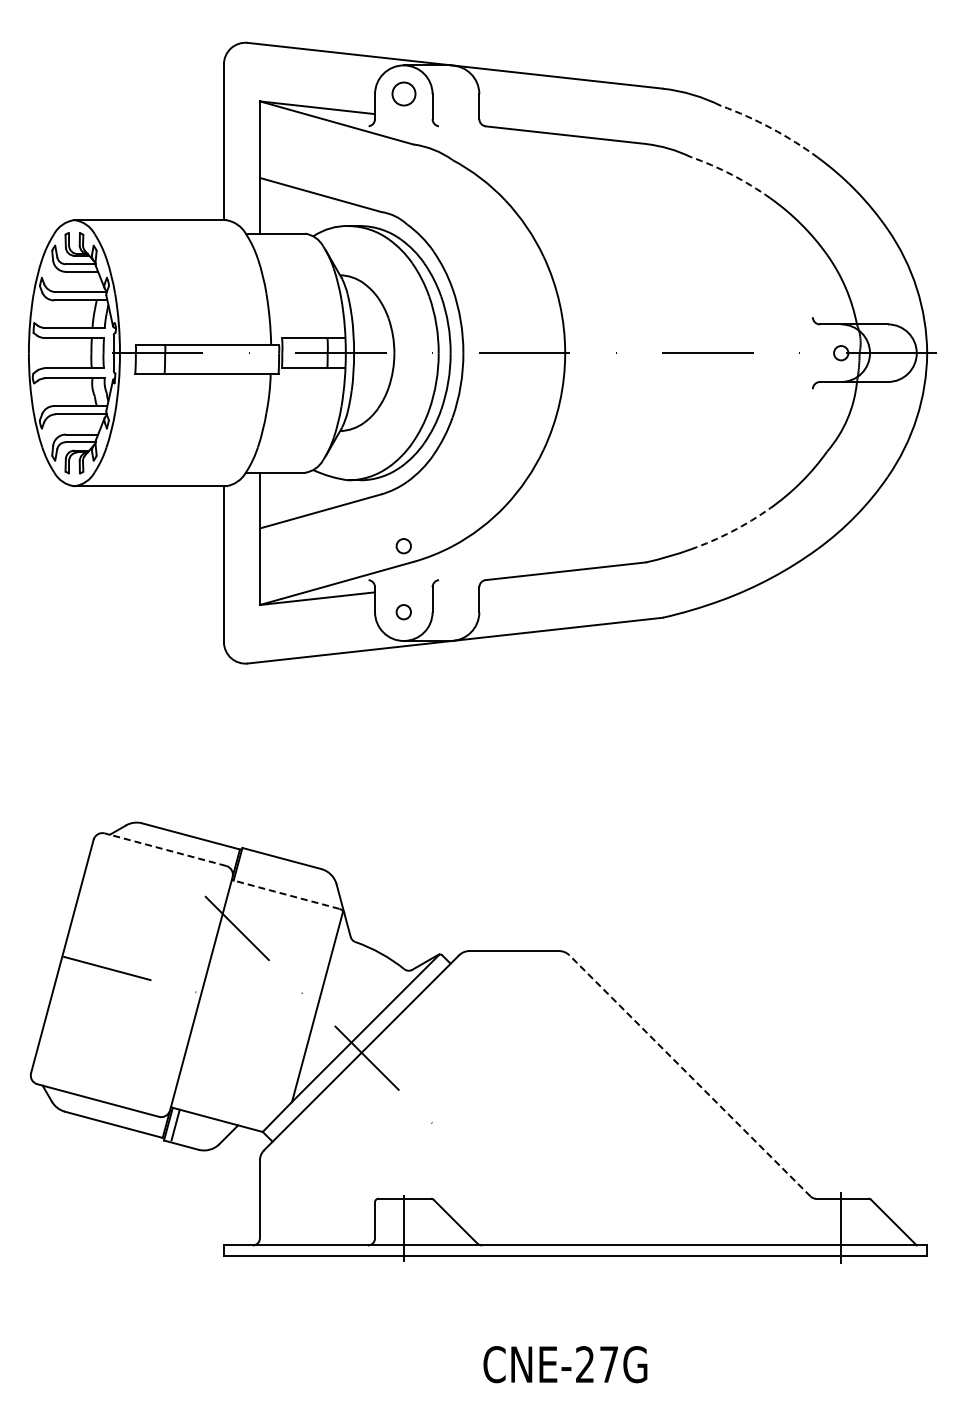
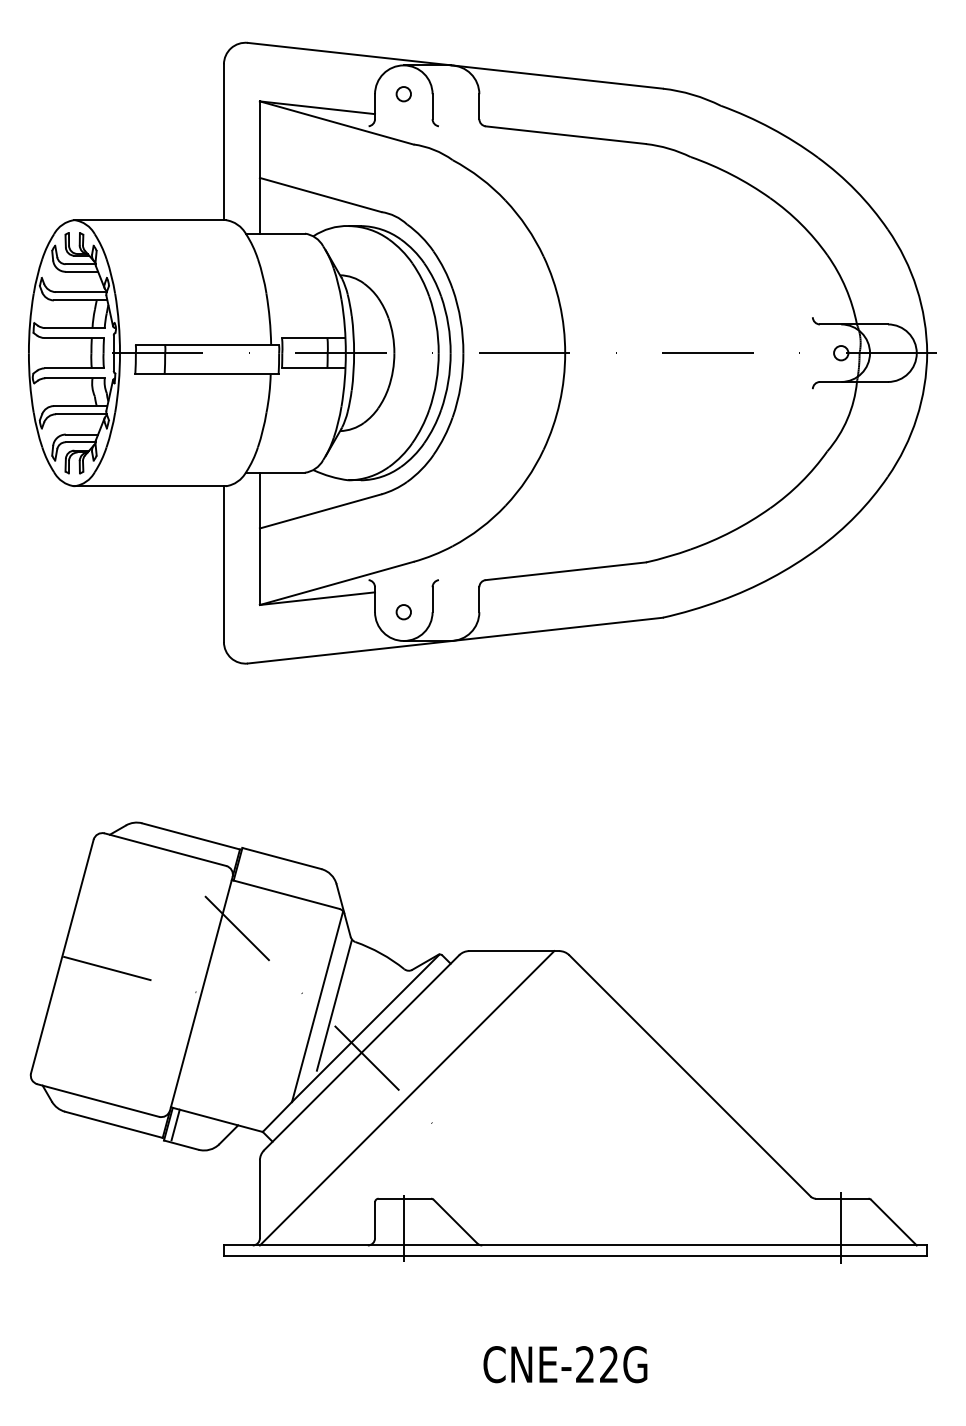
circle at (403, 93) size: 26x26 px -> 17x17 px
arc at (771, 128): dashed -> solid
arc at (731, 174): dashed -> solid
arc at (731, 531): dashed -> solid
circle at (403, 546): present -> none
line at (165, 849): dashed -> solid
line at (285, 894): dashed -> solid
line at (334, 1004): none -> present
line at (690, 1075): dashed -> solid
line at (406, 1098): none -> present
text at (608, 1364): CNE-27G -> CNE-22G
